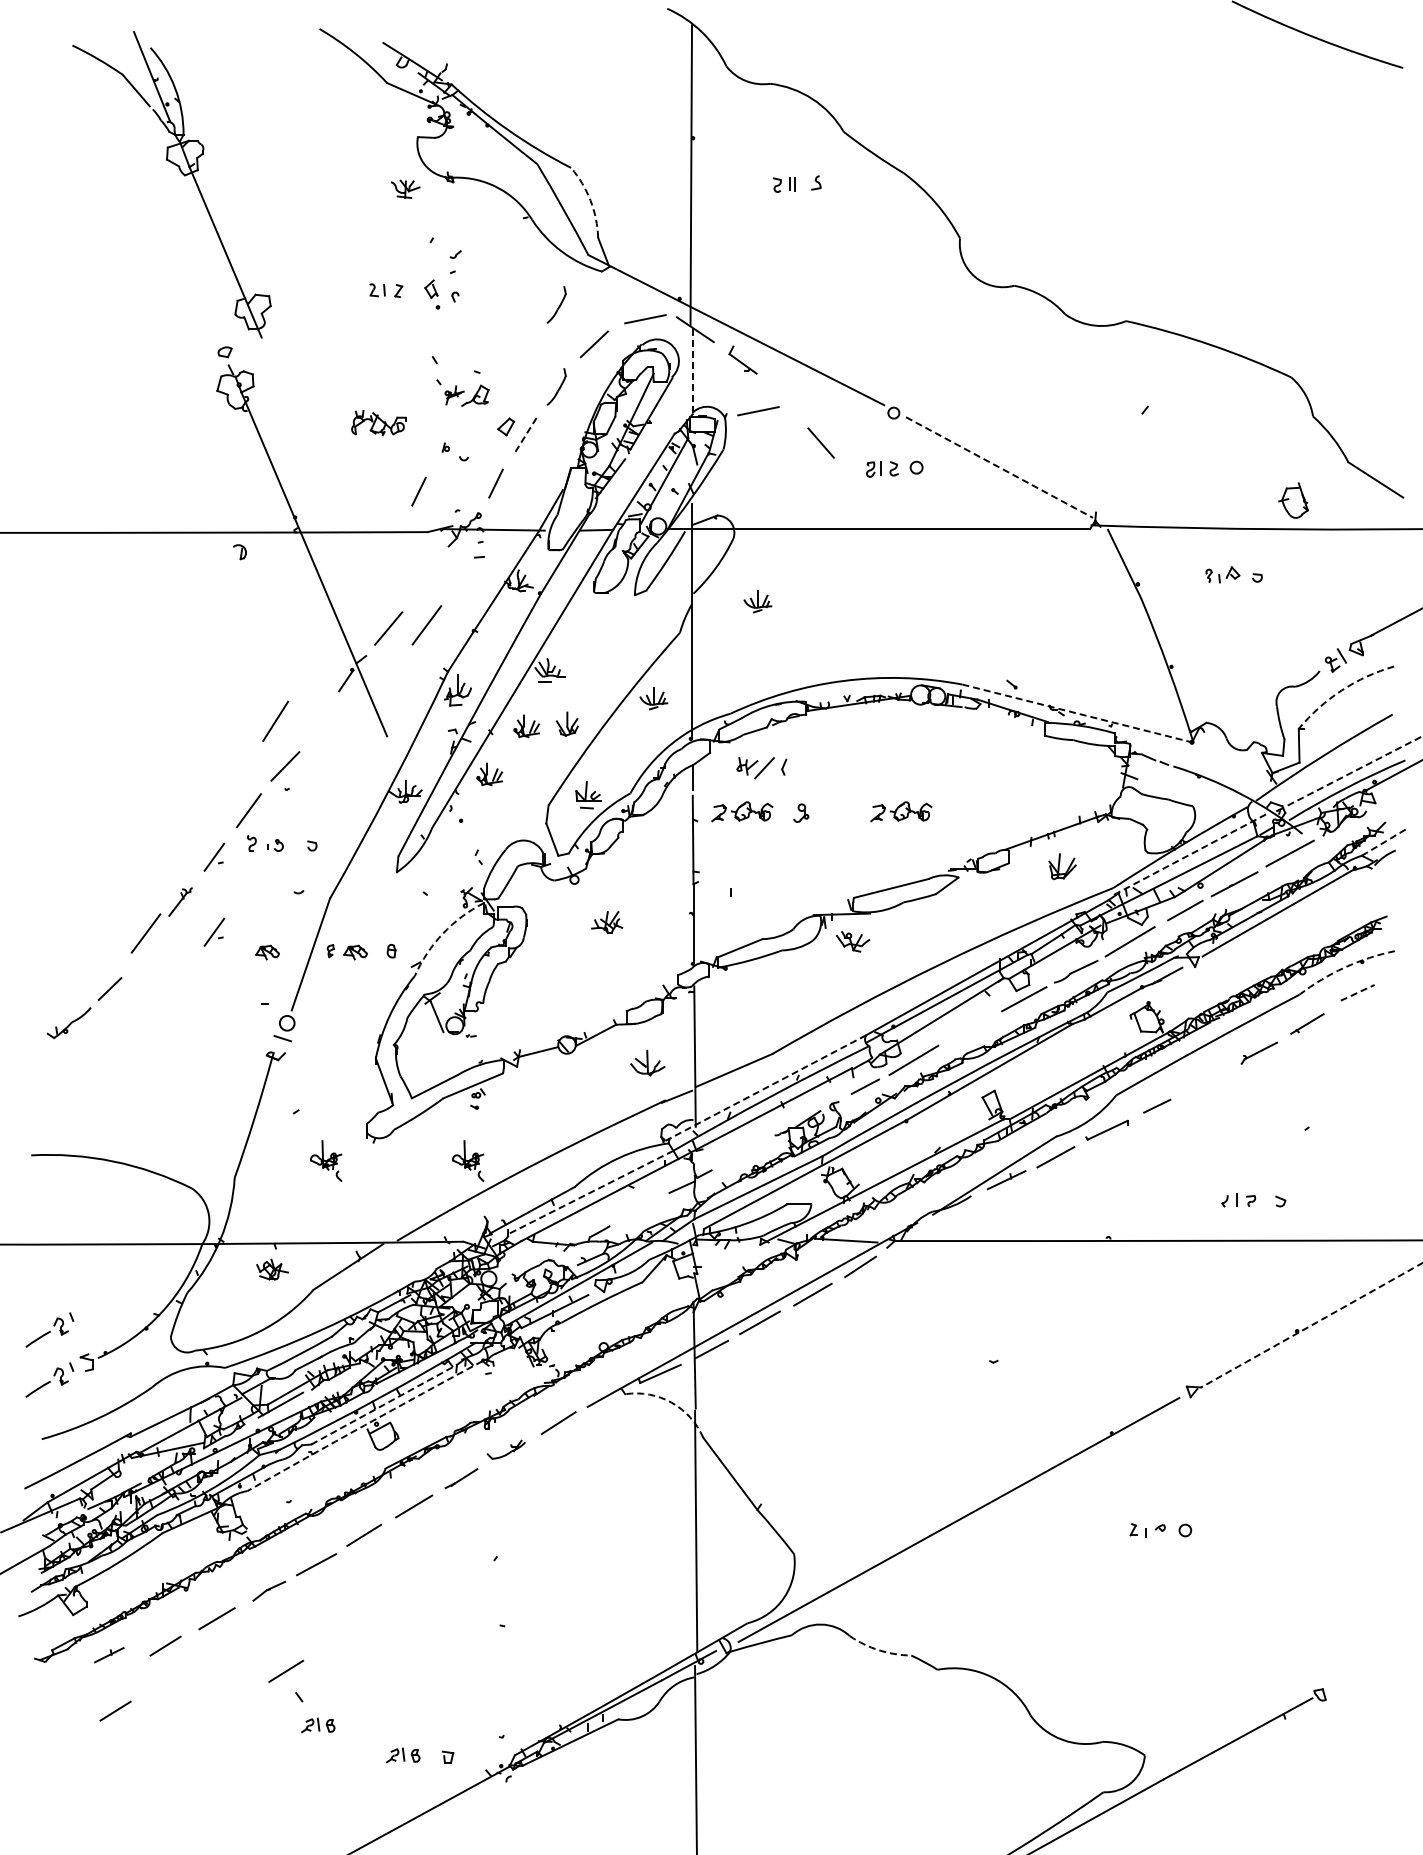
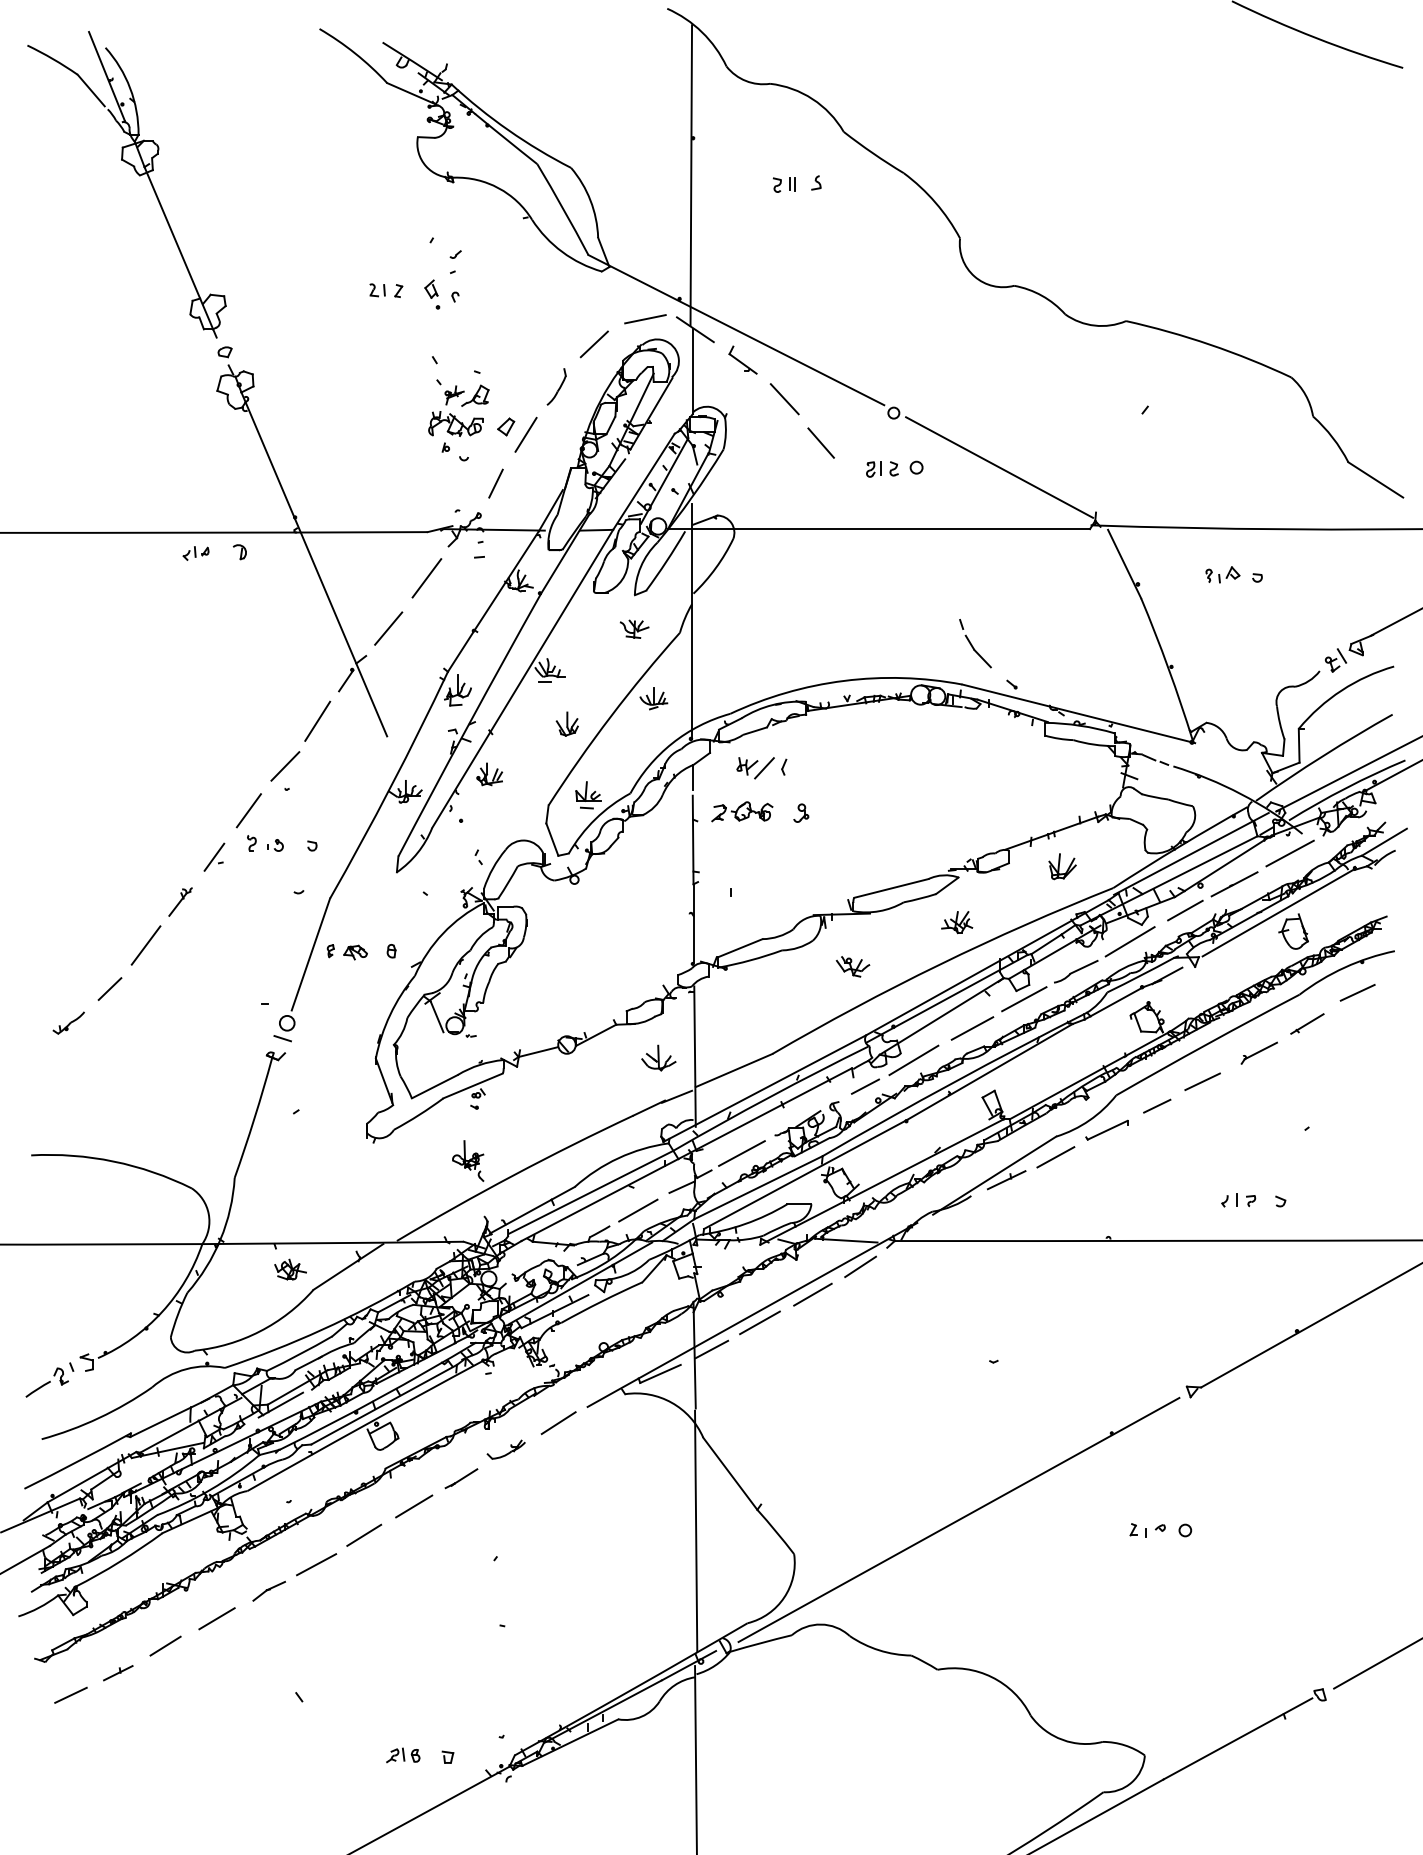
part at (181, 173) position: (181, 173) -> (136, 173)
part at (405, 188) position: (405, 188) -> (634, 628)
arc at (590, 200): dashed -> solid
part at (556, 304): present -> none
line at (692, 372): dashed -> solid
line at (784, 399): none -> present
line at (758, 411): present -> none
part at (378, 422) position: (378, 422) -> (455, 423)
line at (526, 434): dashed -> solid
line at (999, 467): dashed -> solid
line at (418, 491): present -> none
part at (1293, 500) position: (1293, 500) -> (1293, 931)
part at (195, 553): none -> present
part at (757, 601): present -> none
line at (426, 625) position: (426, 625) -> (426, 578)
part at (975, 643): none -> present
arc at (1341, 690): dashed -> solid
line at (1079, 713): dashed -> solid
line at (275, 720) position: (275, 720) -> (317, 720)
part at (526, 726): present -> none
line at (1349, 773): dashed -> solid
part at (901, 811): present -> none
line at (1384, 842): dashed -> solid
line at (1191, 853): dashed -> solid
part at (607, 922) position: (607, 922) -> (957, 922)
part at (214, 931): present -> none
line at (145, 933) position: (145, 933) -> (145, 945)
arc at (443, 933): dashed -> solid
part at (852, 941) position: (852, 941) -> (852, 966)
part at (267, 952): present -> none
arc at (1344, 967): dashed -> solid
line at (1357, 992): dashed -> solid
part at (68, 1023) size: 46x33 px -> 33x24 px
line at (972, 1028): none -> present
part at (647, 1062) position: (647, 1062) -> (658, 1057)
line at (1202, 1081): none -> present
line at (764, 1088): dashed -> solid
line at (741, 1153): none -> present
part at (326, 1160): present -> none
line at (591, 1192): dashed -> solid
line at (638, 1210): none -> present
part at (272, 1269) position: (272, 1269) -> (290, 1269)
line at (1311, 1325): dashed -> solid
part at (49, 1329): present -> none
arc at (671, 1402): dashed -> solid
line at (384, 1404): dashed -> solid
arc at (364, 1425): dashed -> solid
arc at (879, 1650): dashed -> solid
part at (109, 1655) position: (109, 1655) -> (118, 1673)
line at (1376, 1664): none -> present
line at (286, 1670): present -> none
line at (70, 1694): none -> present
line at (115, 1710): present -> none
part at (318, 1725): present -> none
